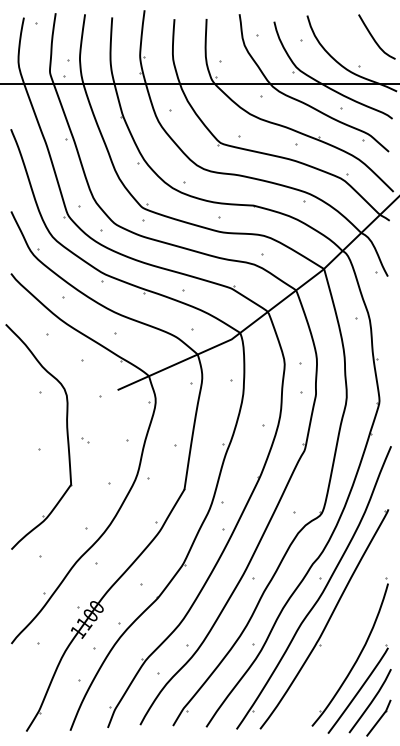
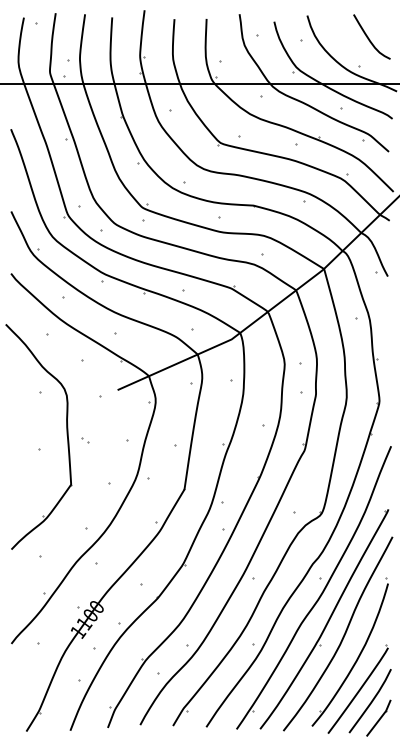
curve at (374, 38) position: (374, 38) -> (369, 38)
curve at (342, 636): none -> present
